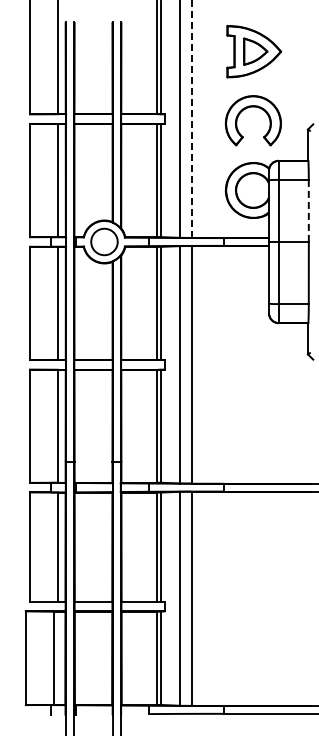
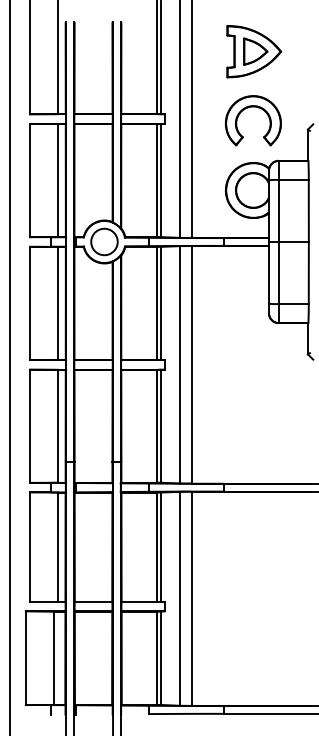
line at (191, 119): dashed -> solid
line at (308, 211): dashed -> solid
line at (9, 367): none -> present
